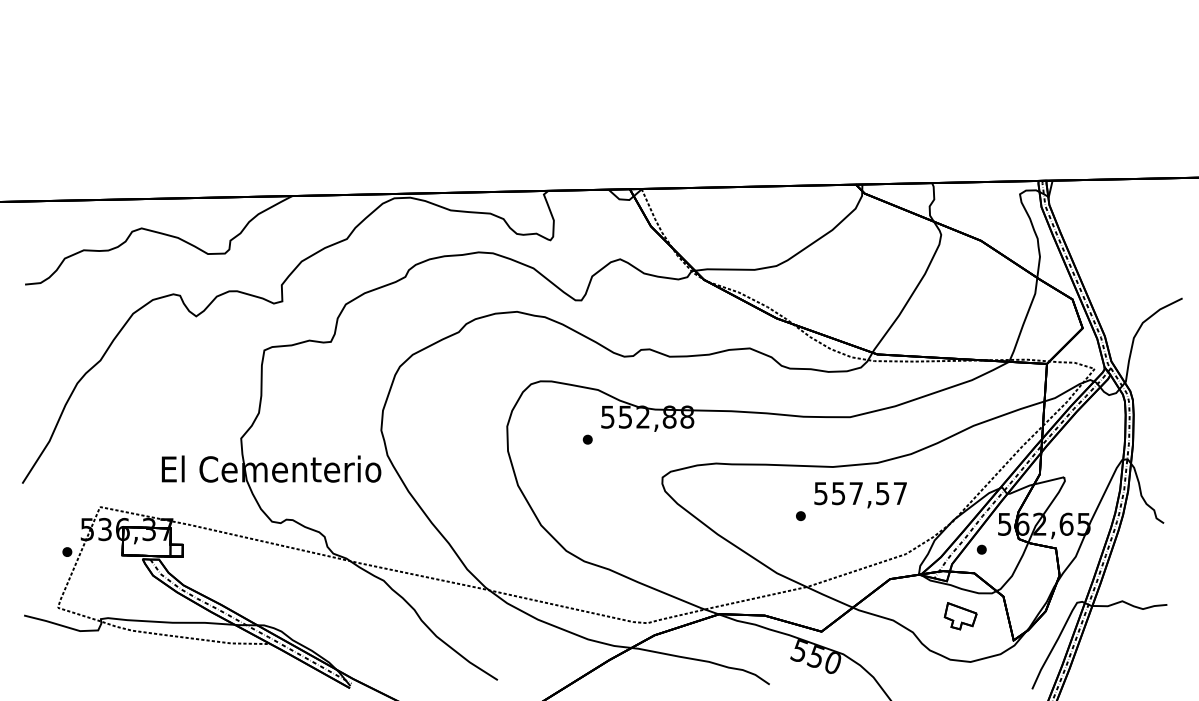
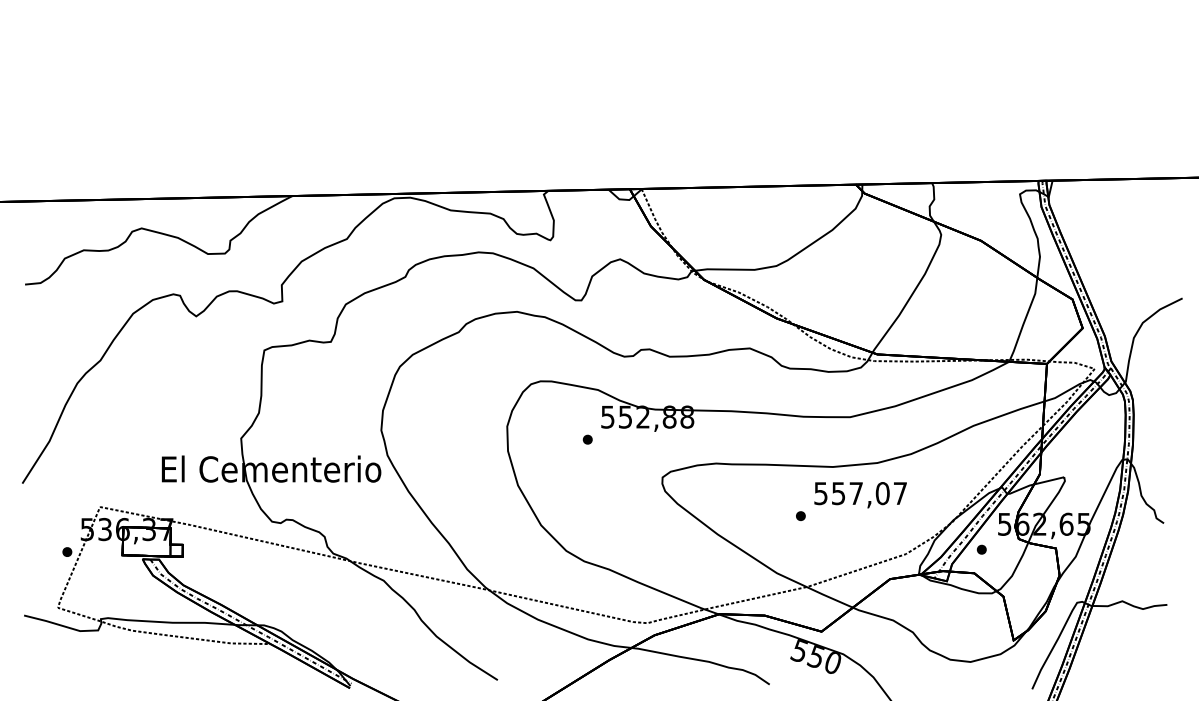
text at (882, 493): 557,57 -> 557,07
part at (960, 616): present -> none
